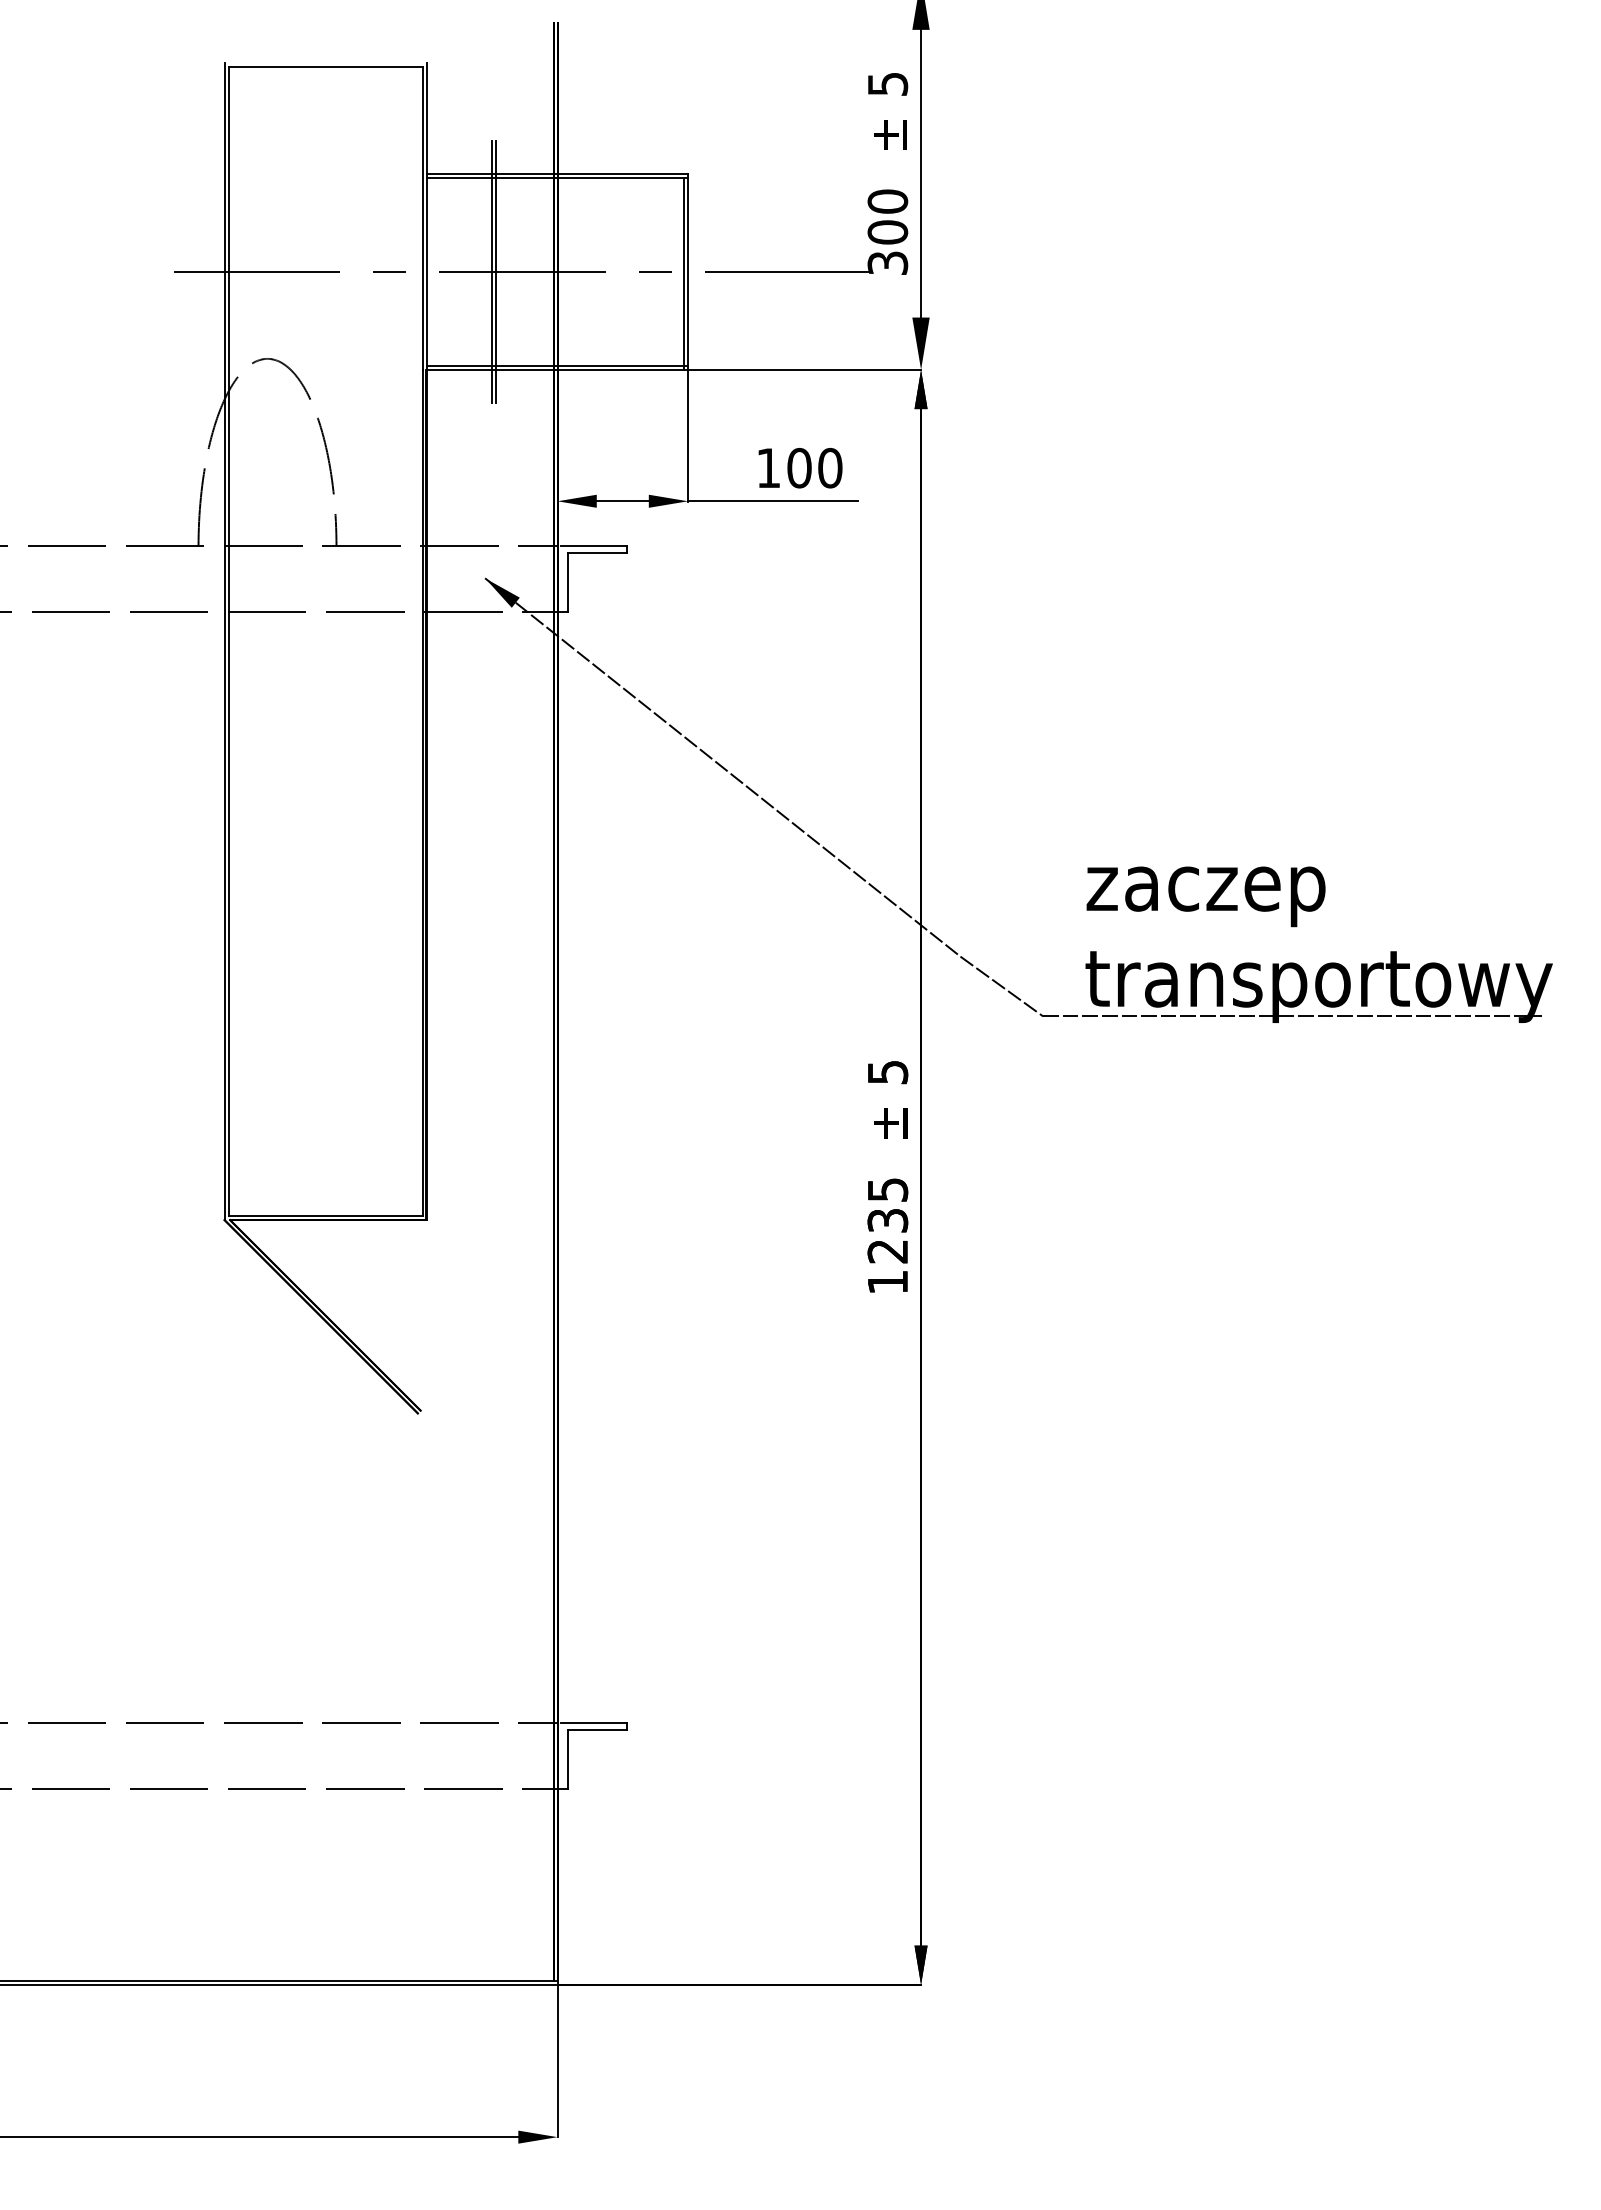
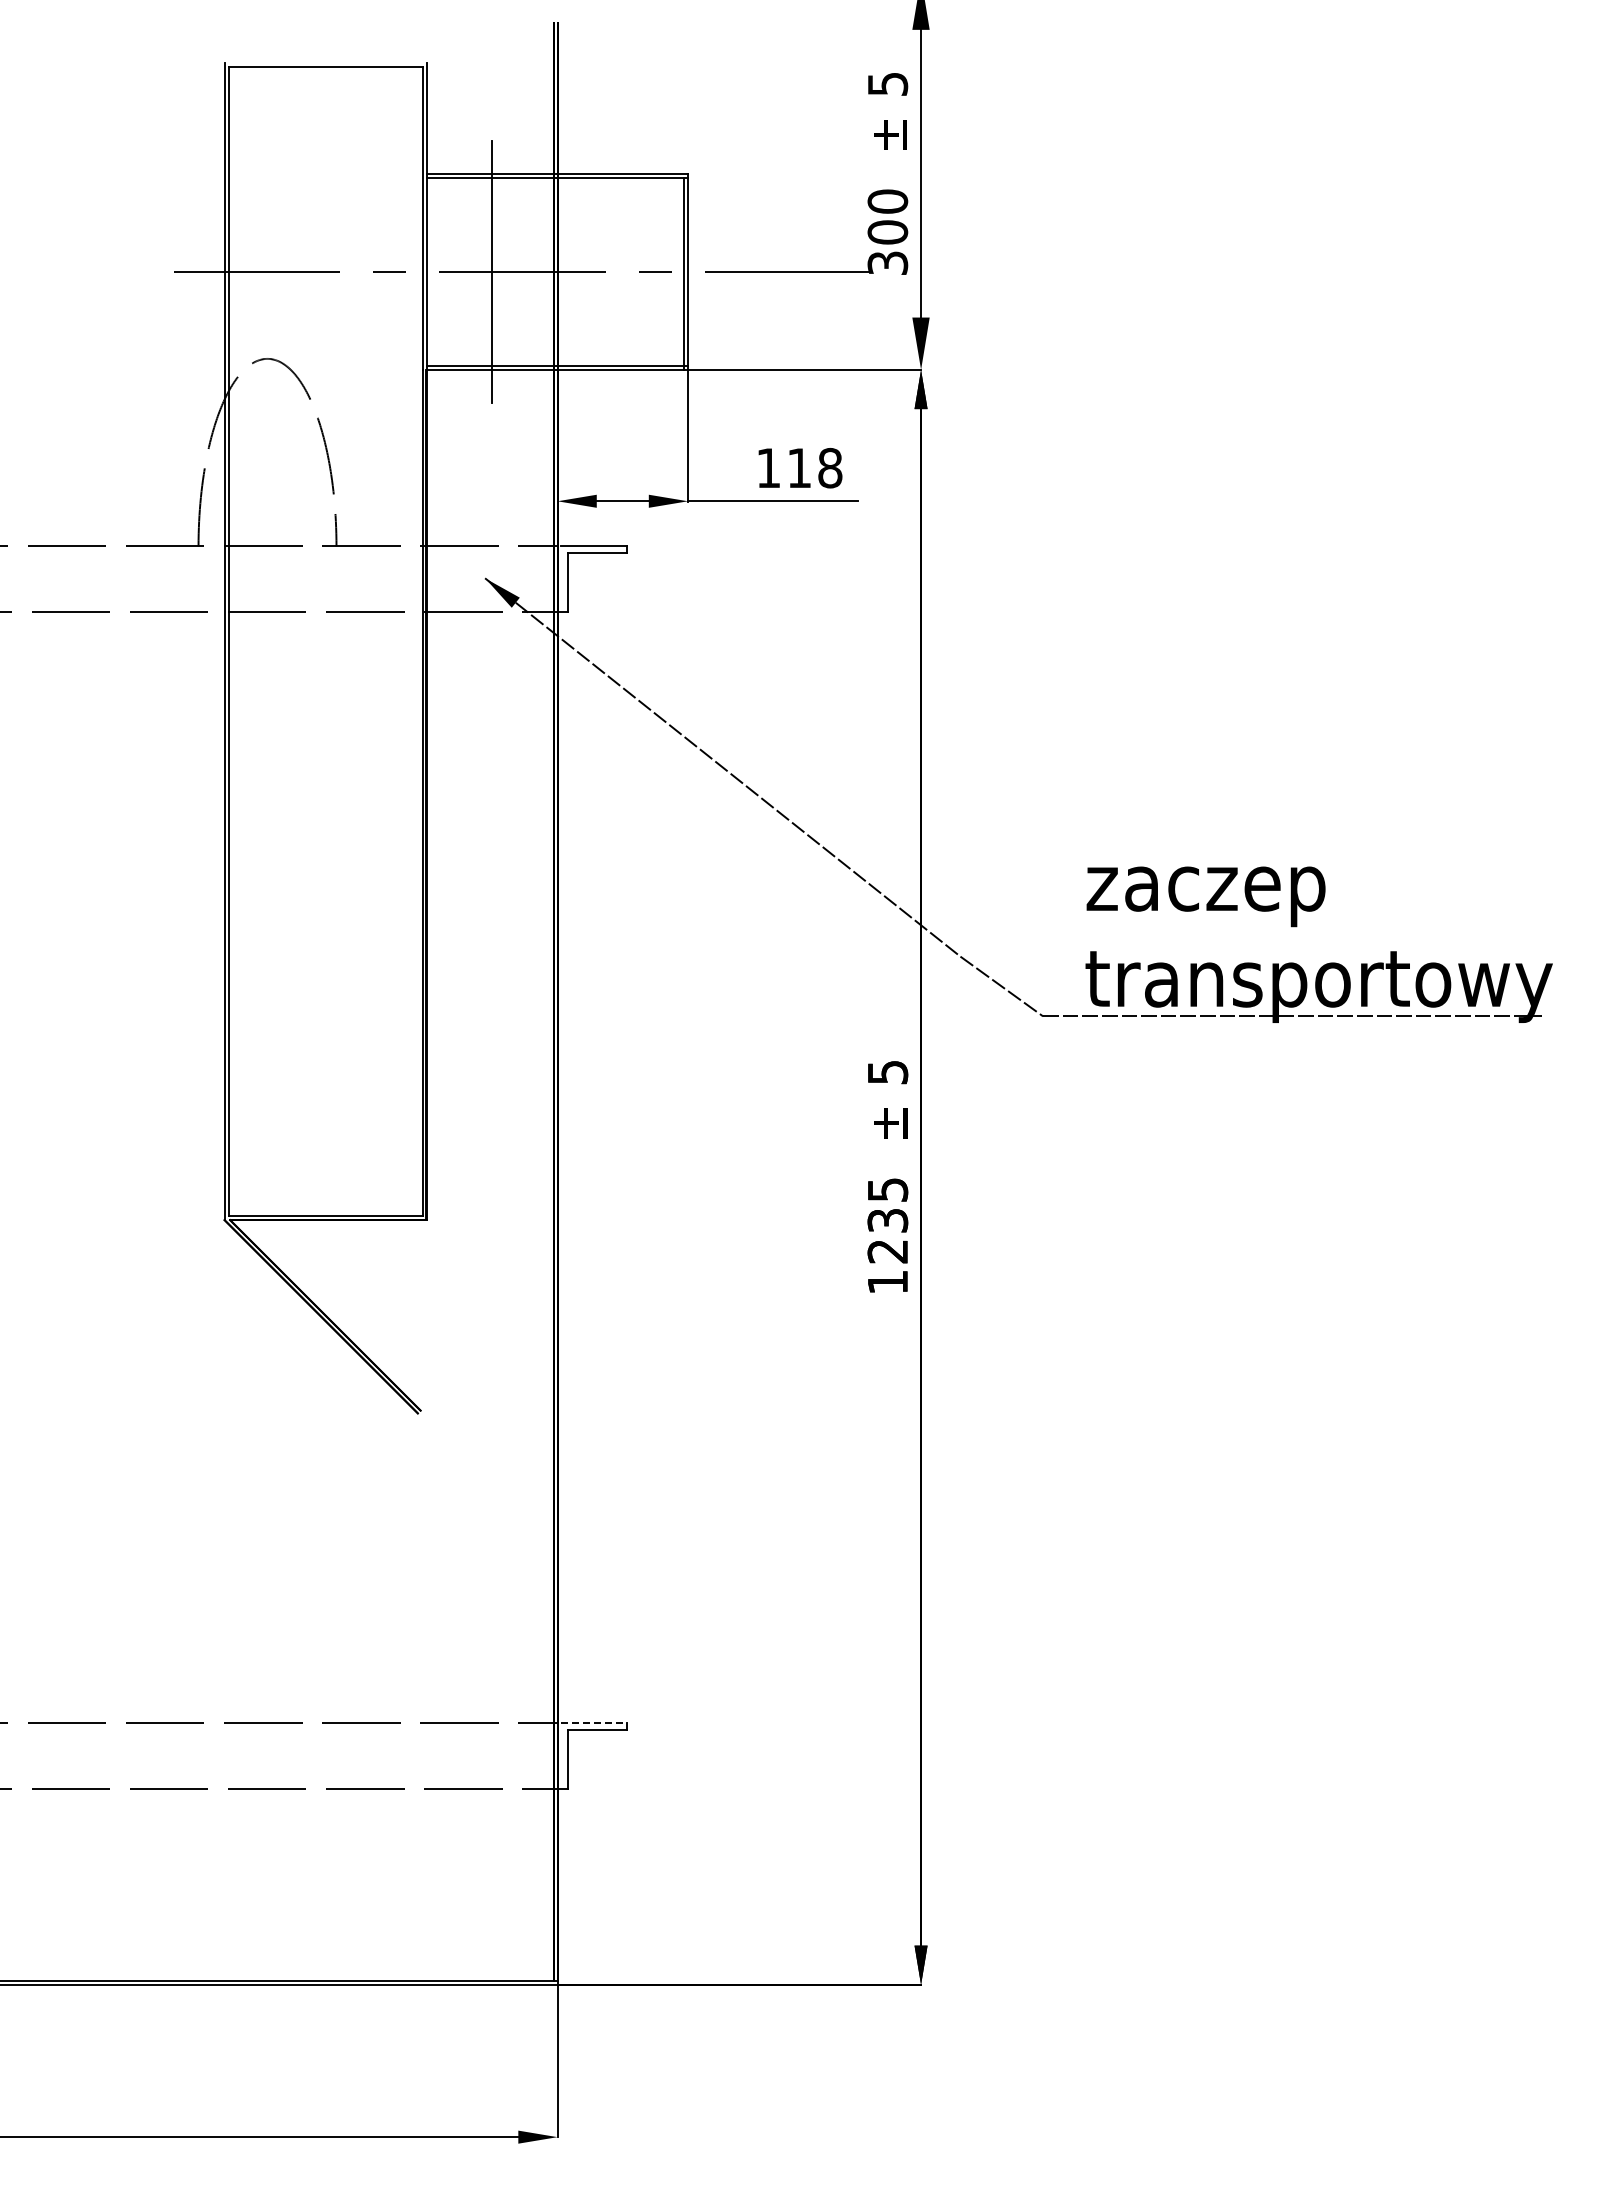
line at (495, 271): present -> none
text at (814, 467): 100 -> 118
line at (594, 1723): solid -> dashed
